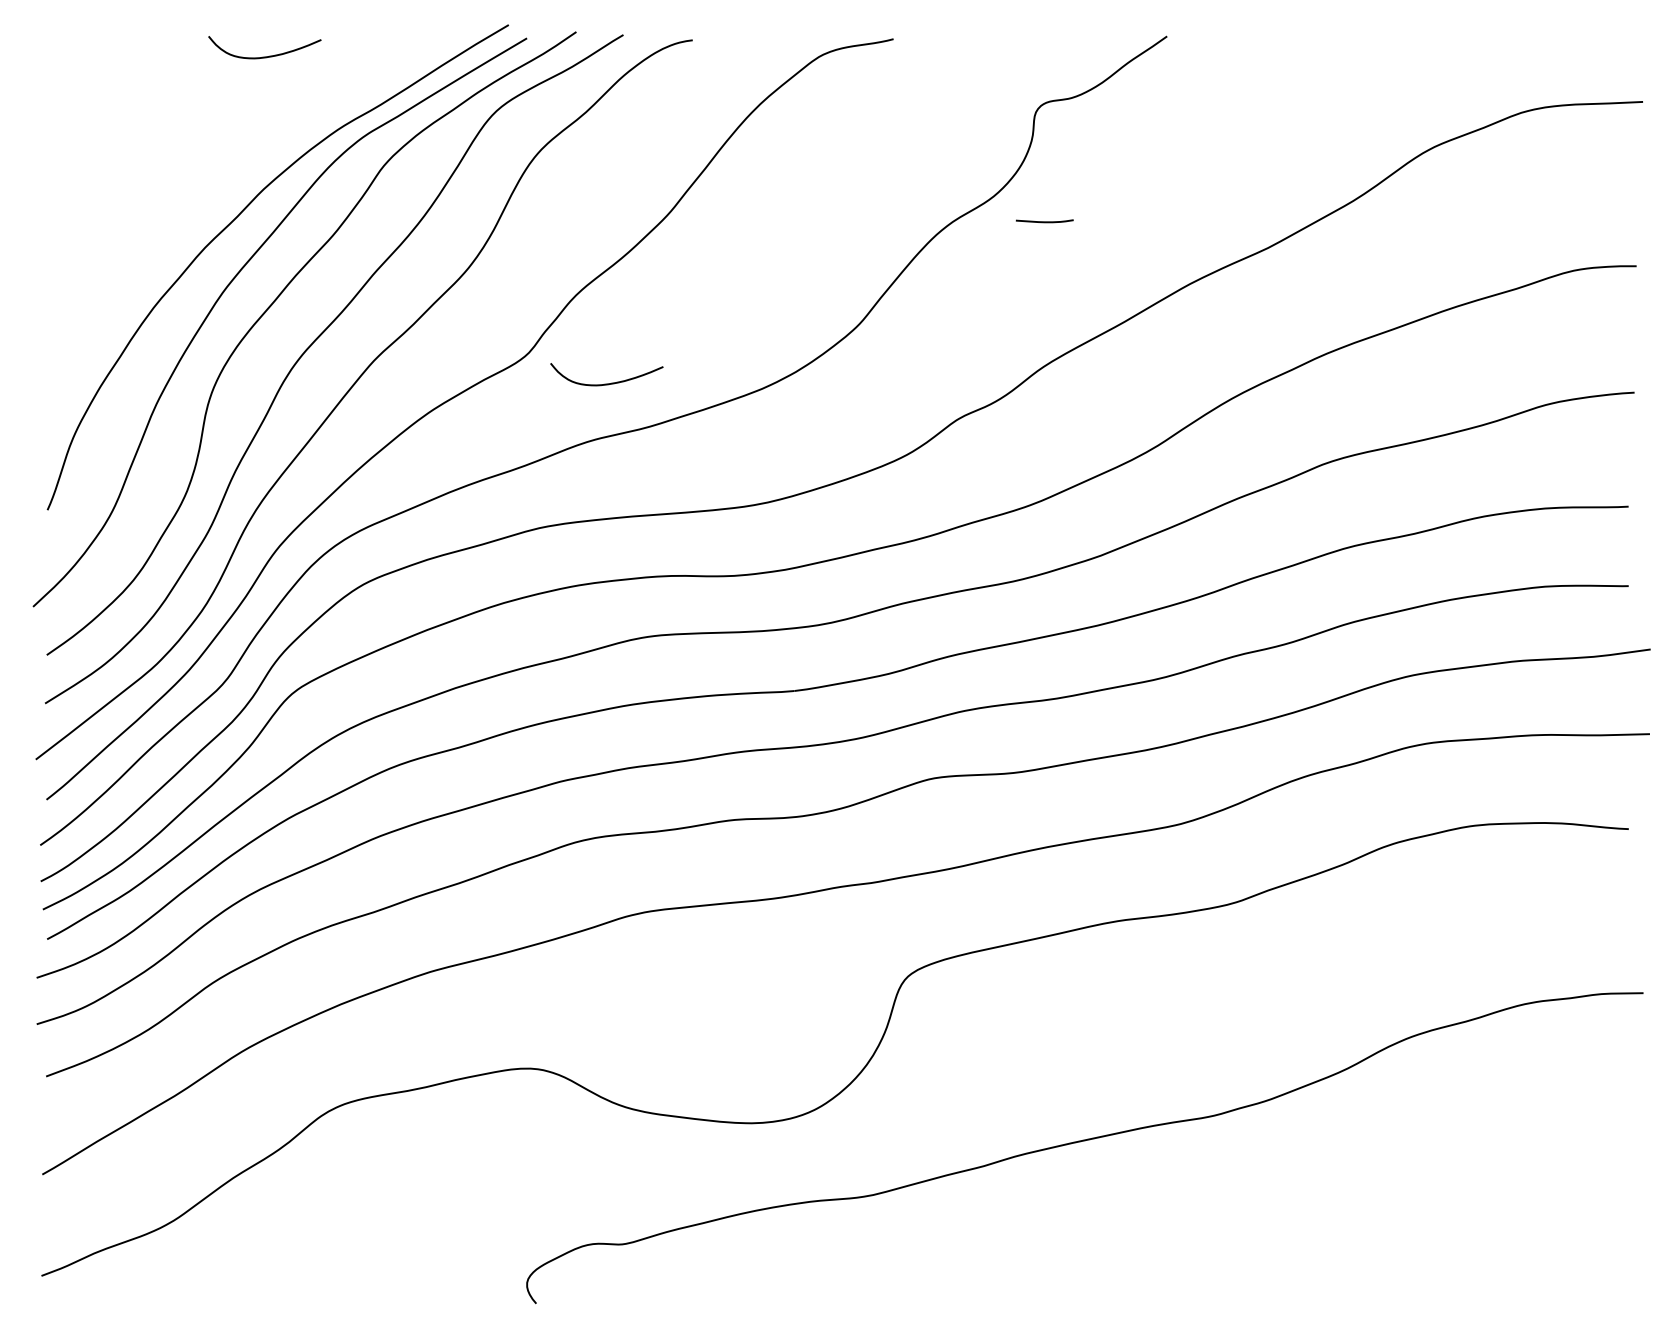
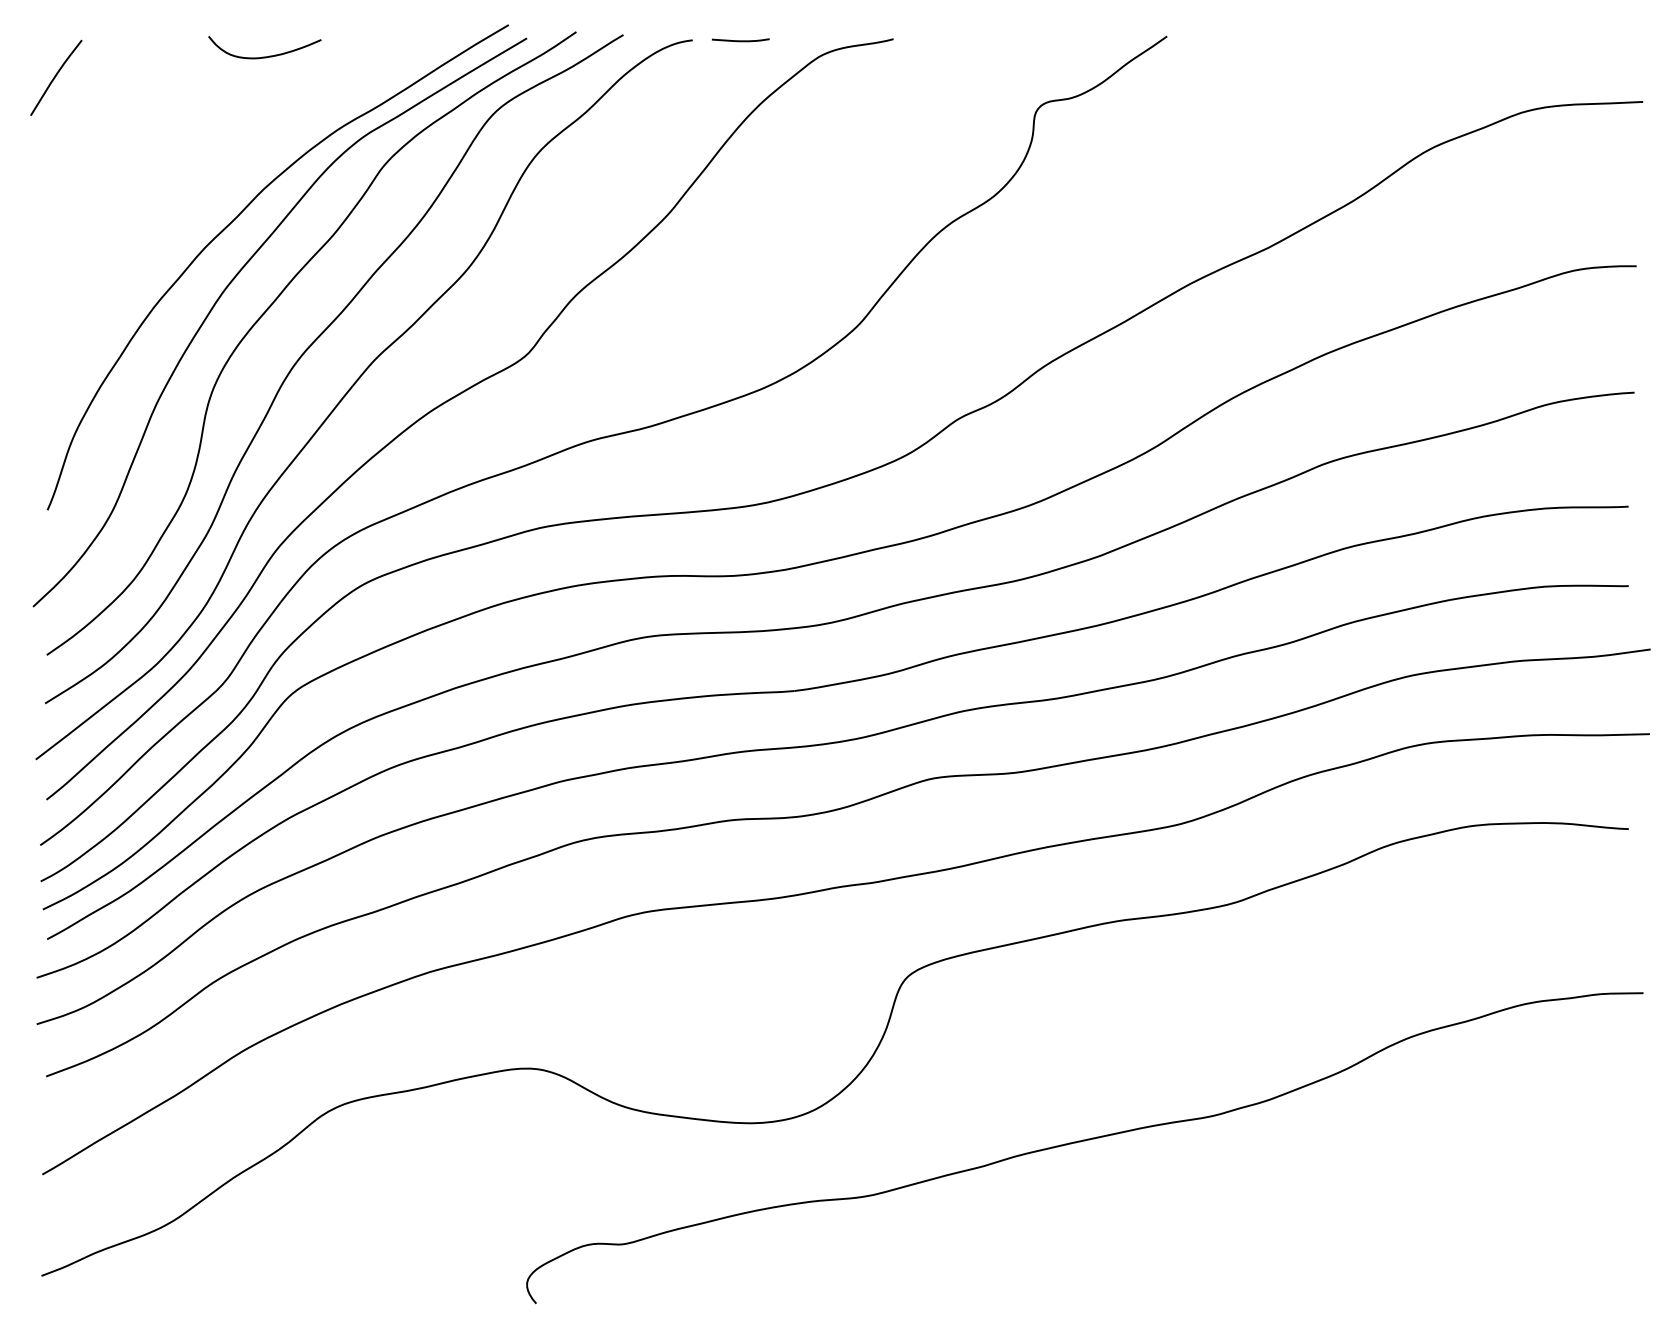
curve at (56, 76): none -> present
curve at (1044, 221) position: (1044, 221) -> (740, 40)
curve at (606, 383): present -> none
